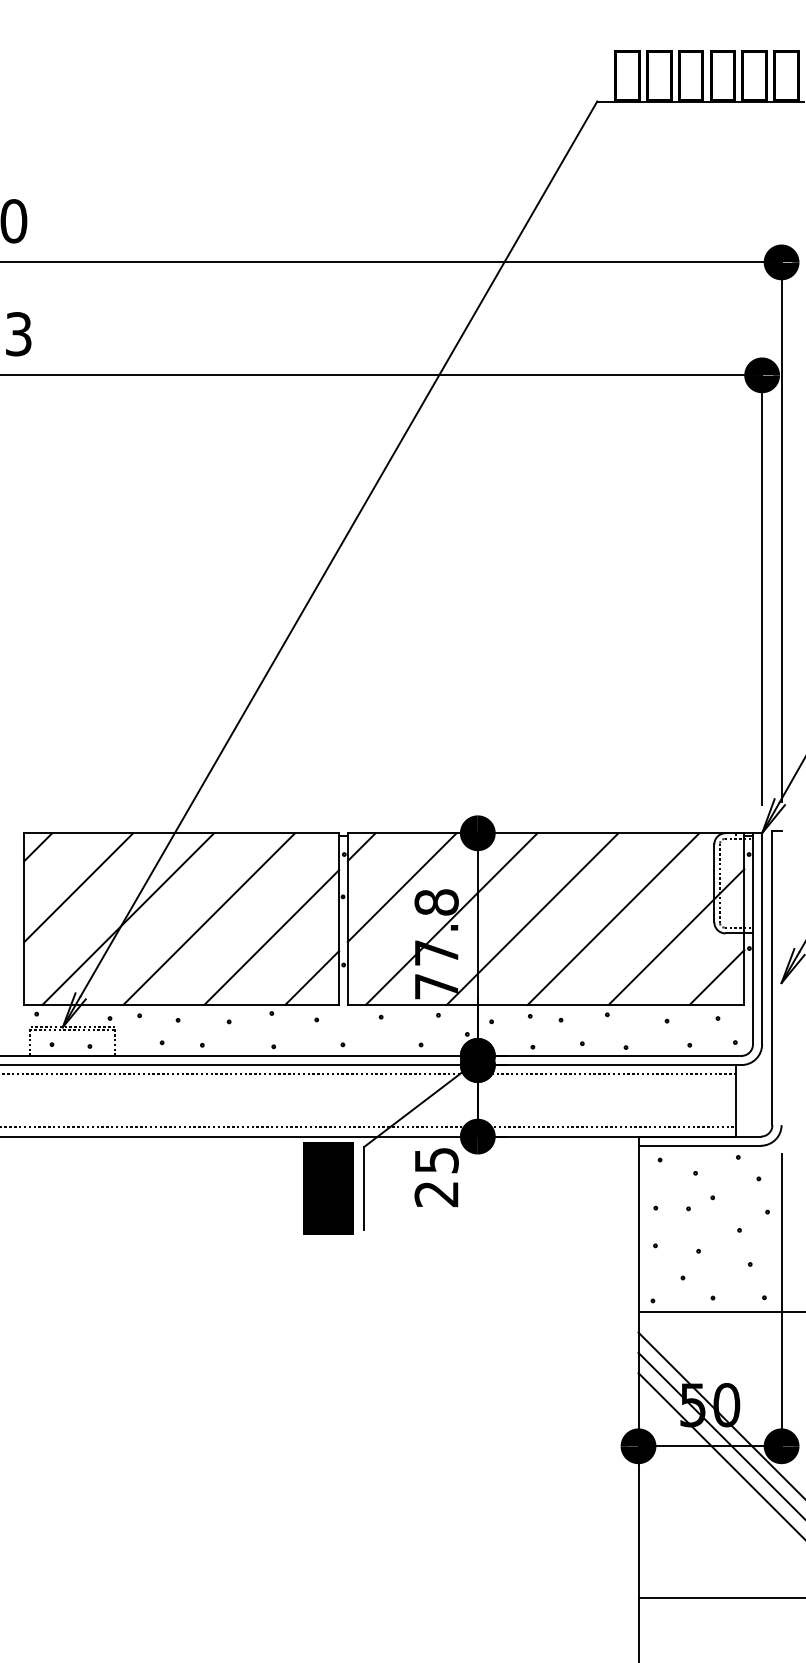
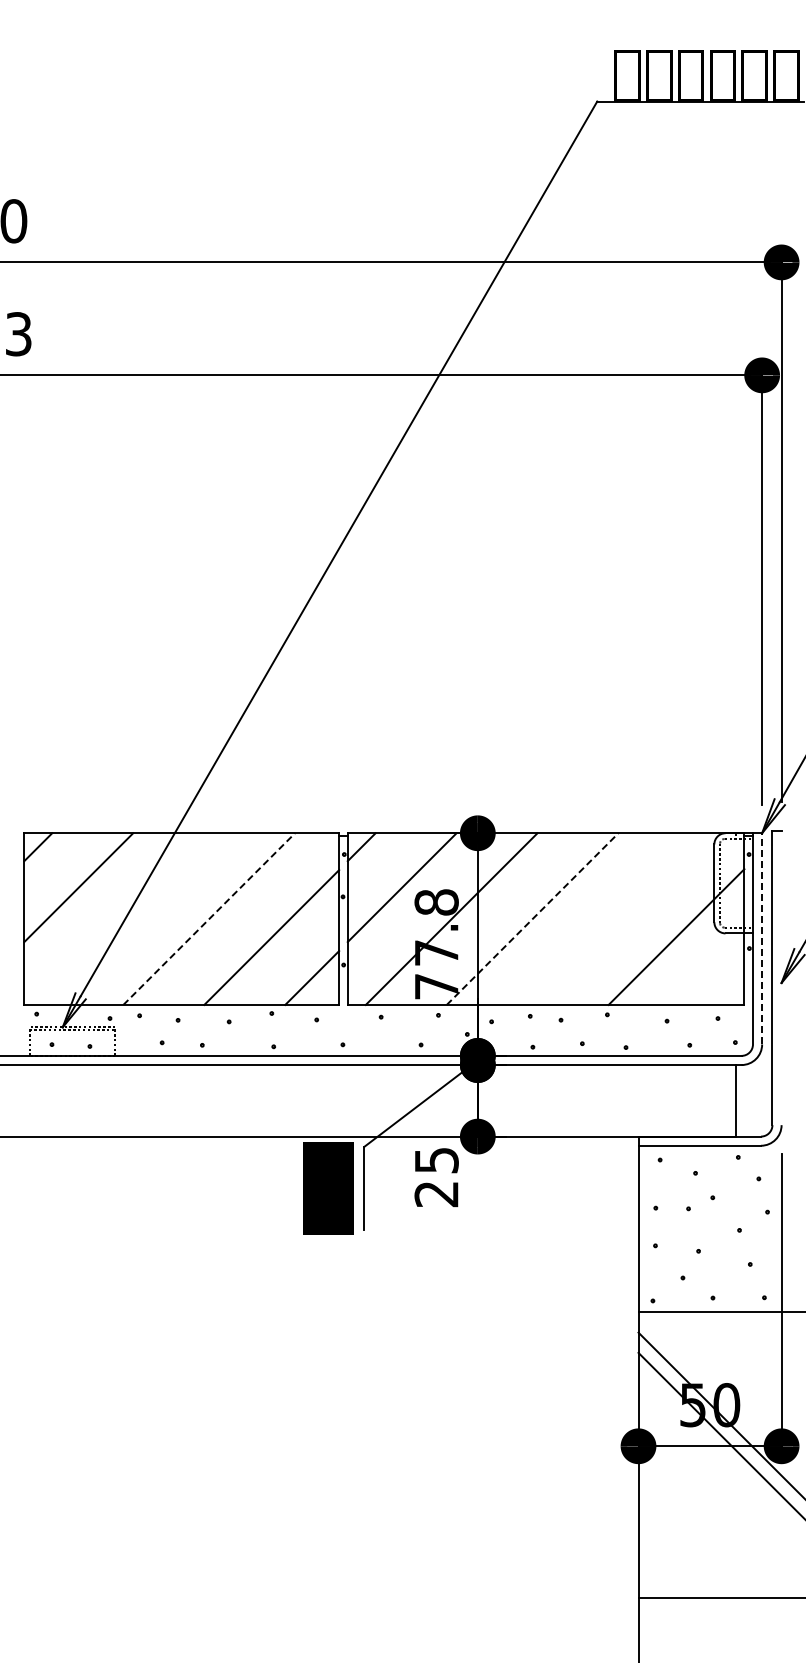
line at (128, 918): present -> none
line at (209, 918): solid -> dashed
line at (532, 918): solid -> dashed
line at (613, 918): present -> none
line at (762, 938): solid -> dashed
line at (716, 977): present -> none
line at (369, 1074): present -> none
line at (369, 1127): present -> none
line at (720, 1455): present -> none
